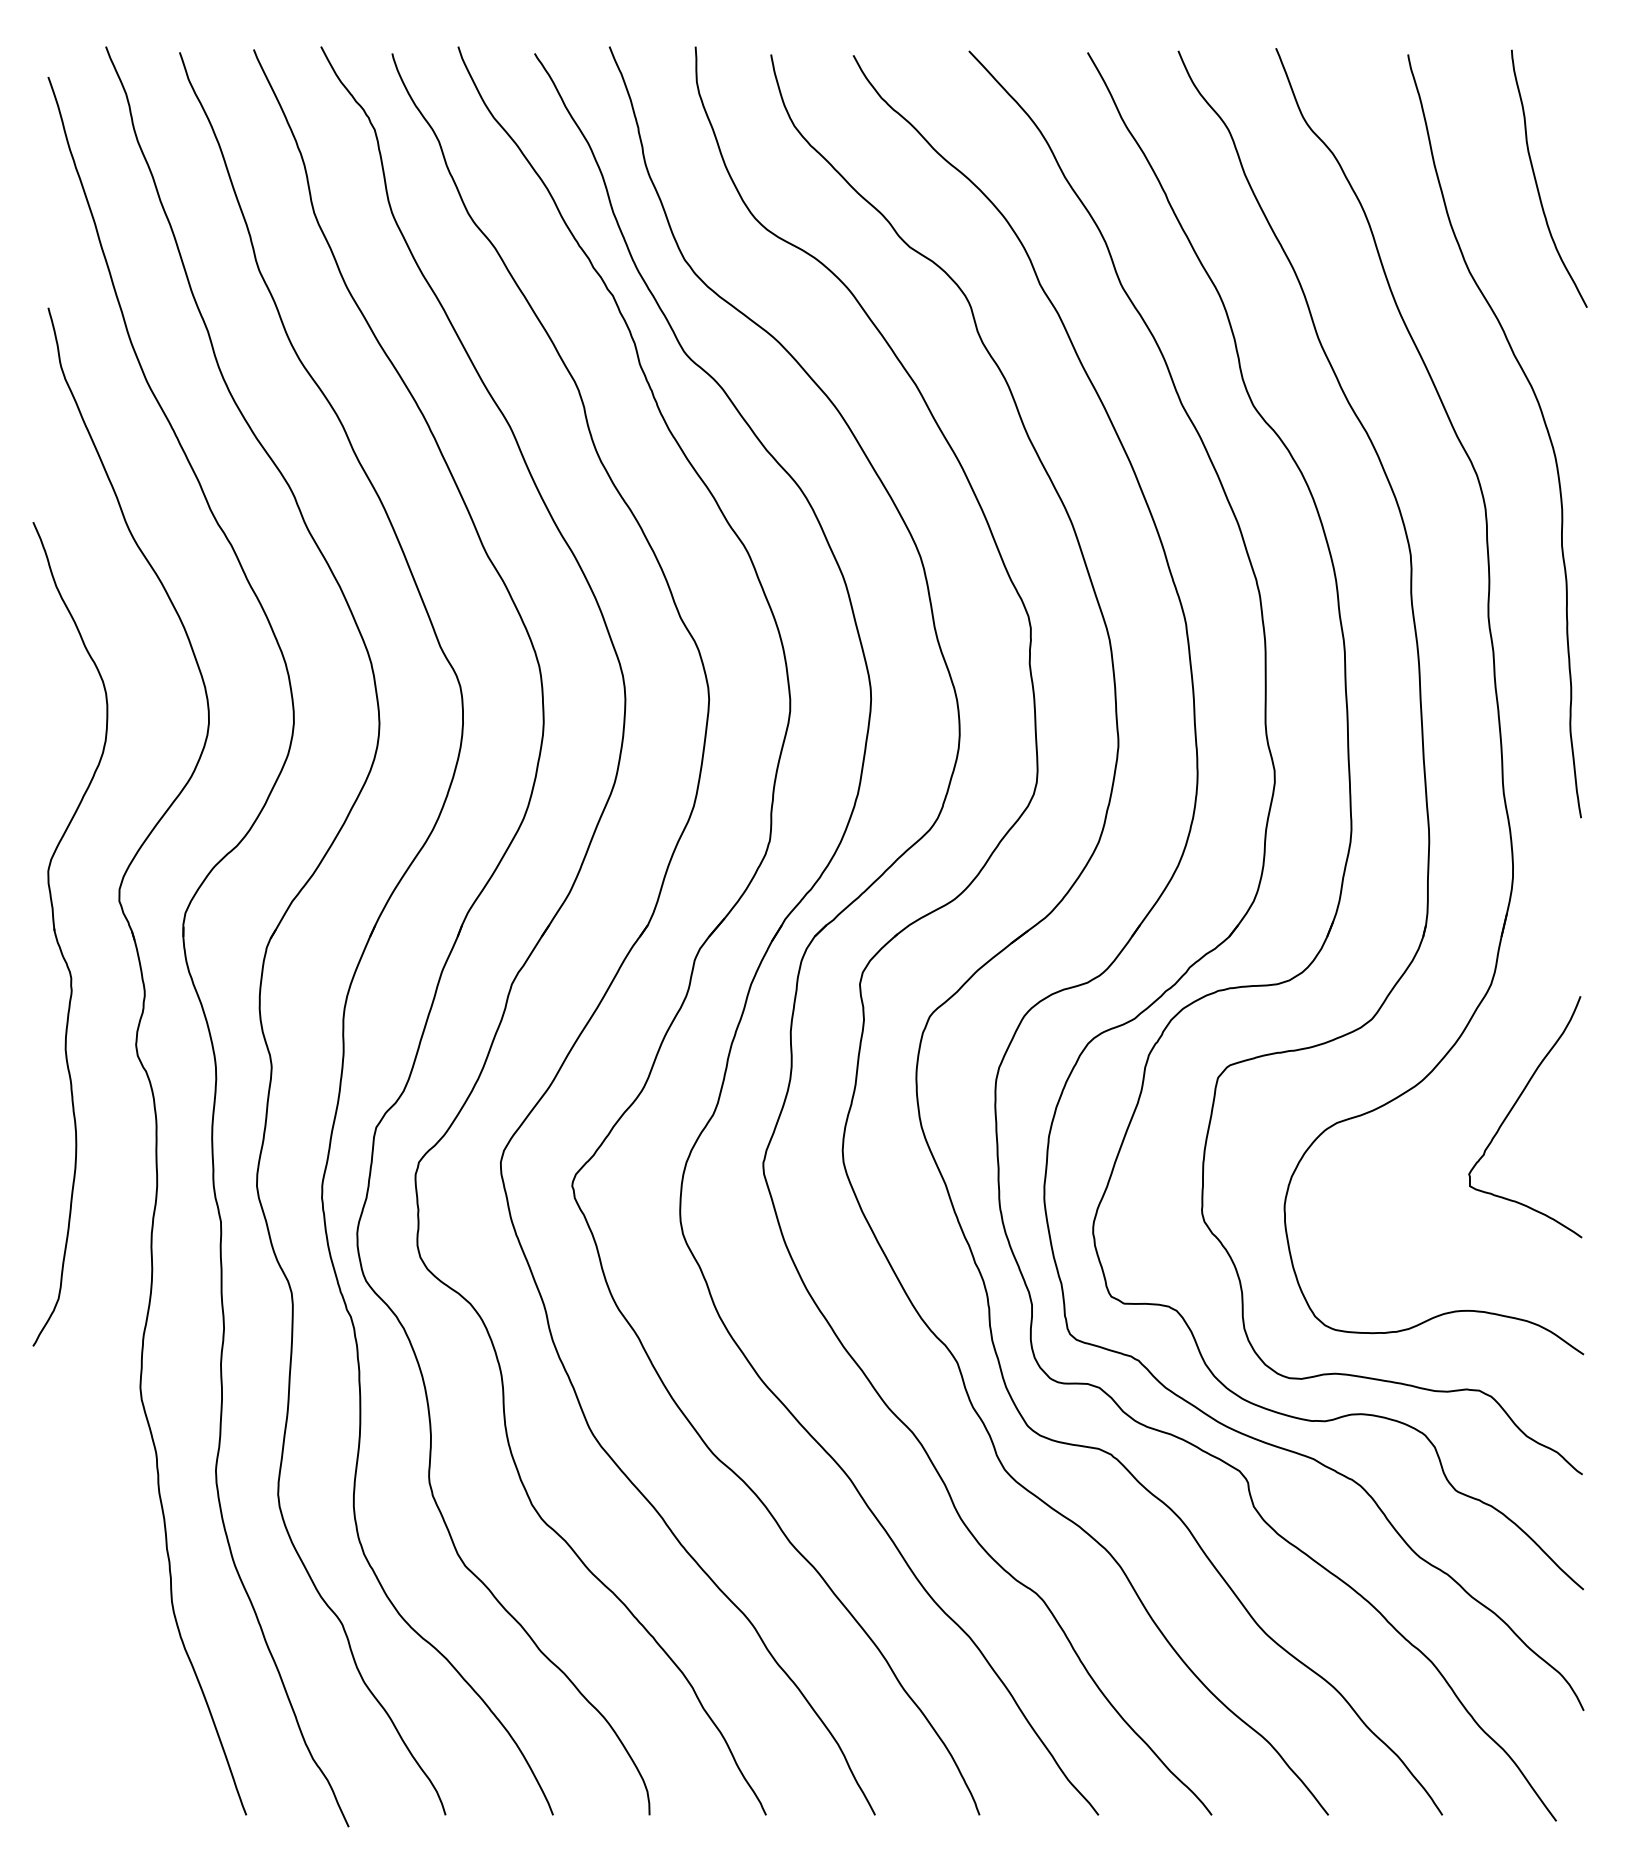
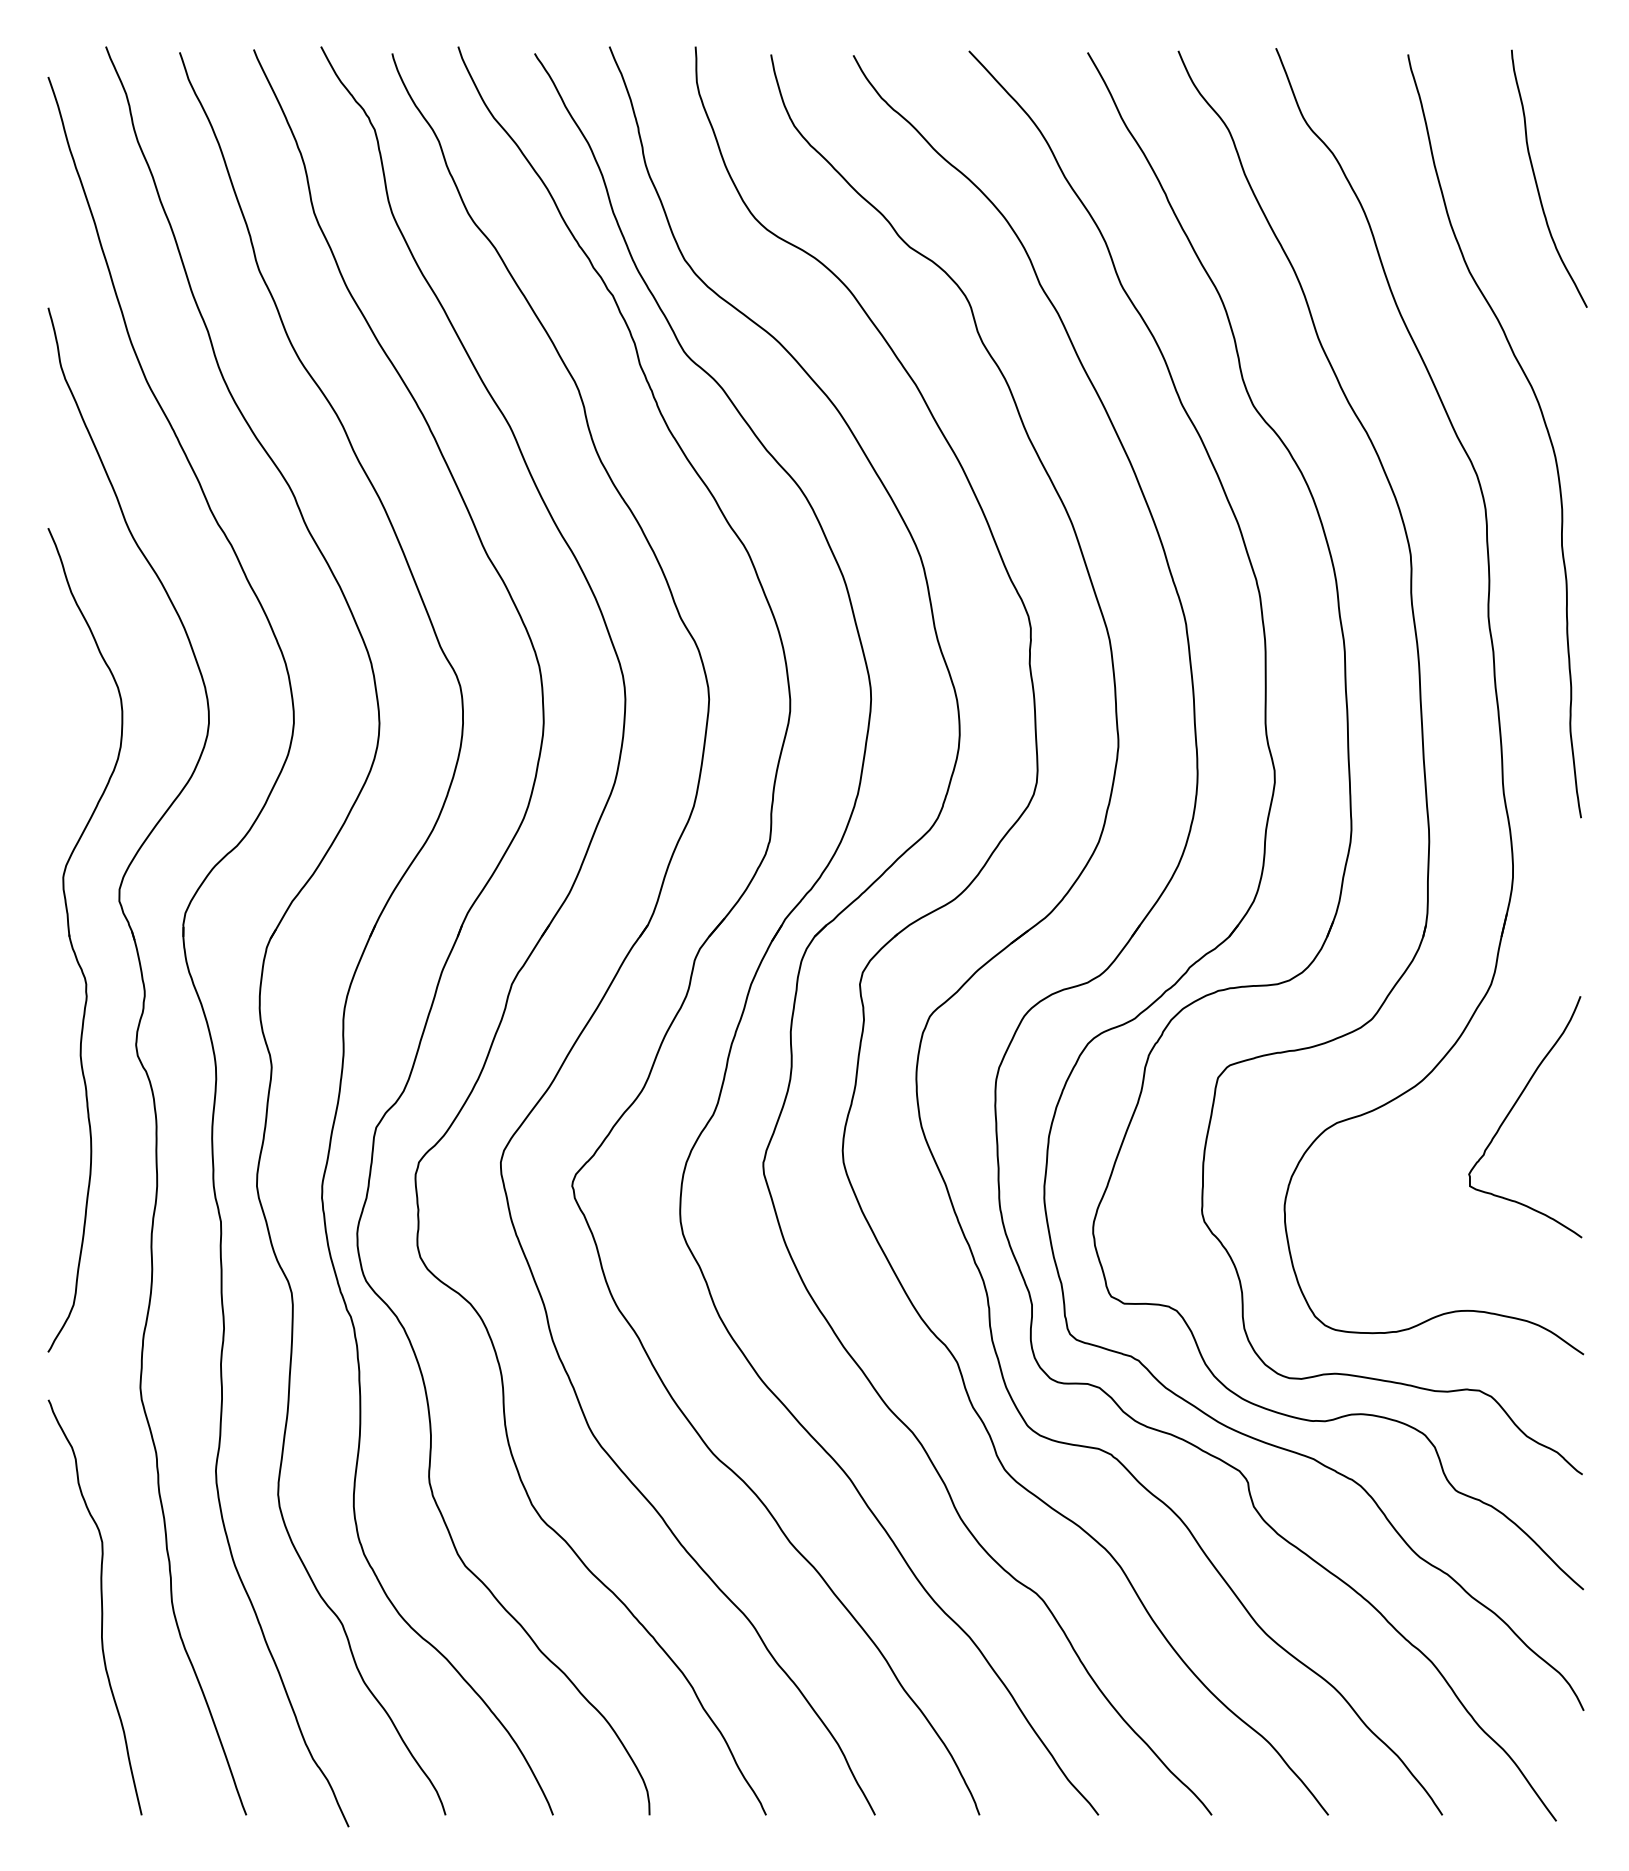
part at (57, 937) position: (57, 937) -> (72, 943)
curve at (101, 1607): none -> present
